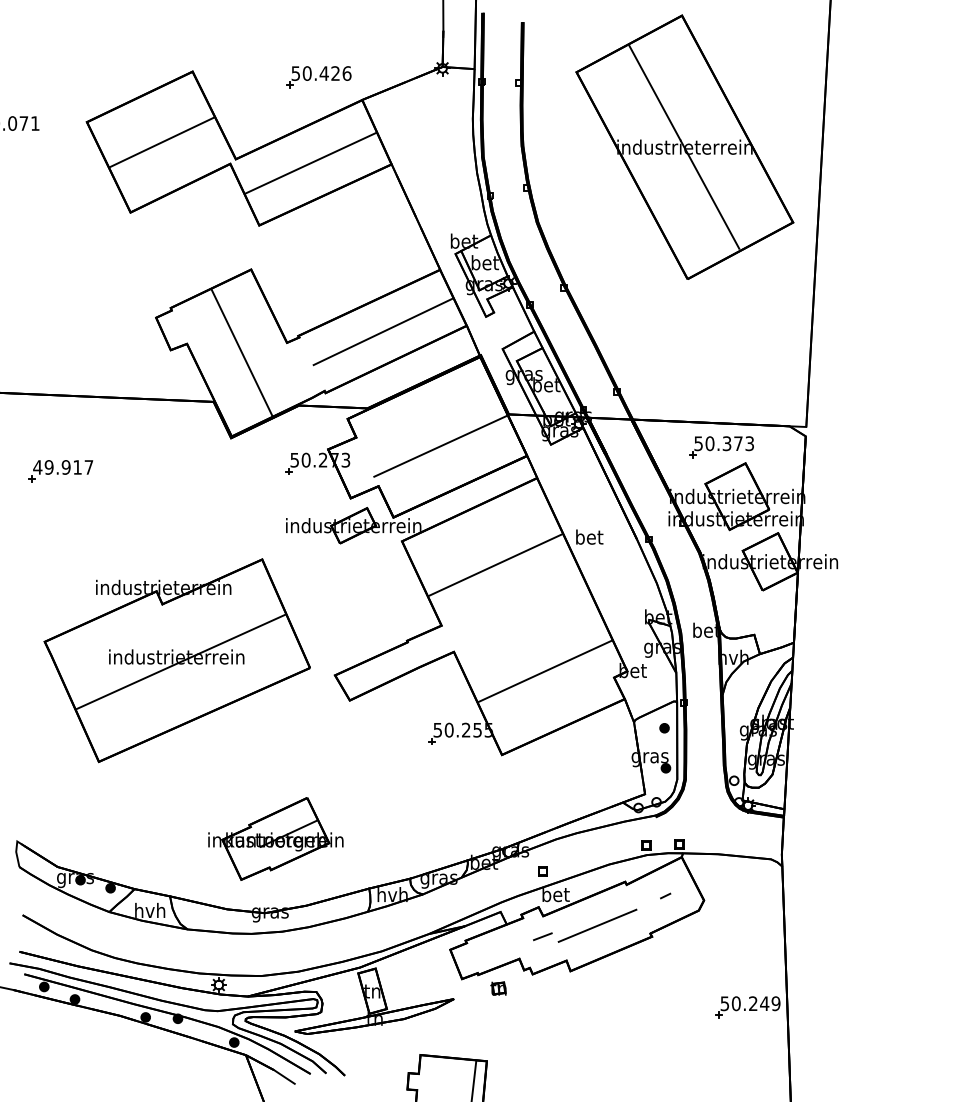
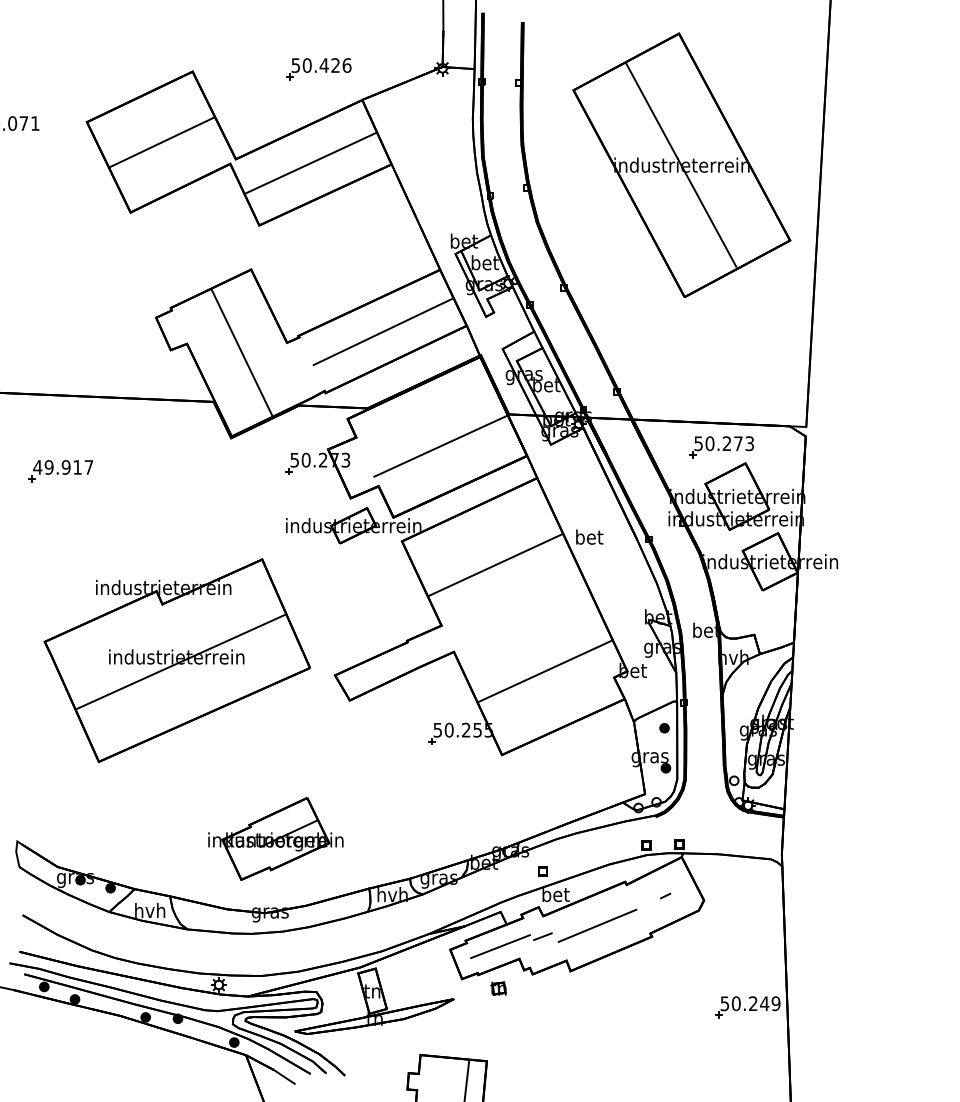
part at (318, 77) position: (318, 77) -> (318, 69)
part at (684, 146) position: (684, 146) -> (681, 164)
text at (726, 443): 50.373 -> 50.273
line at (500, 946): none -> present
line at (473, 1079) position: (473, 1079) -> (466, 1079)
